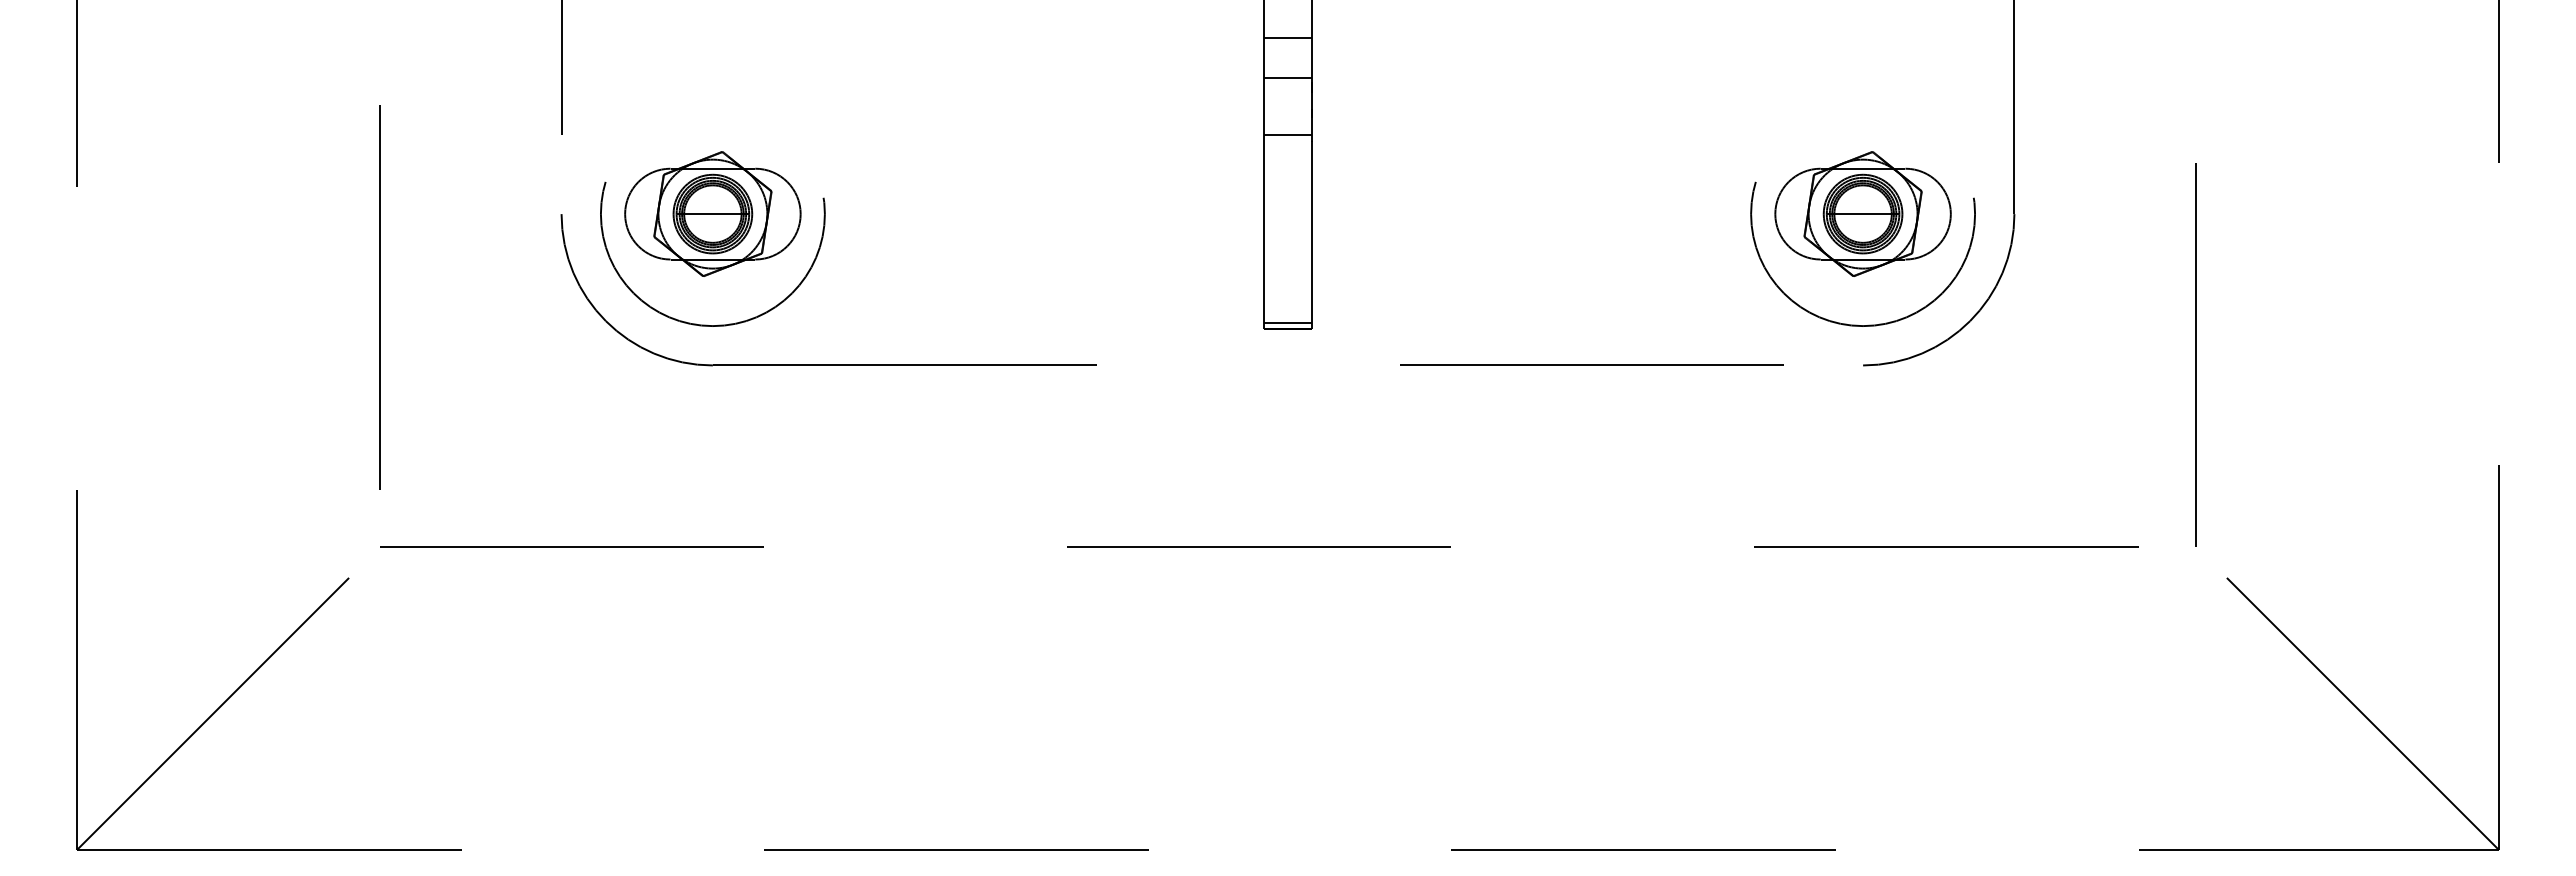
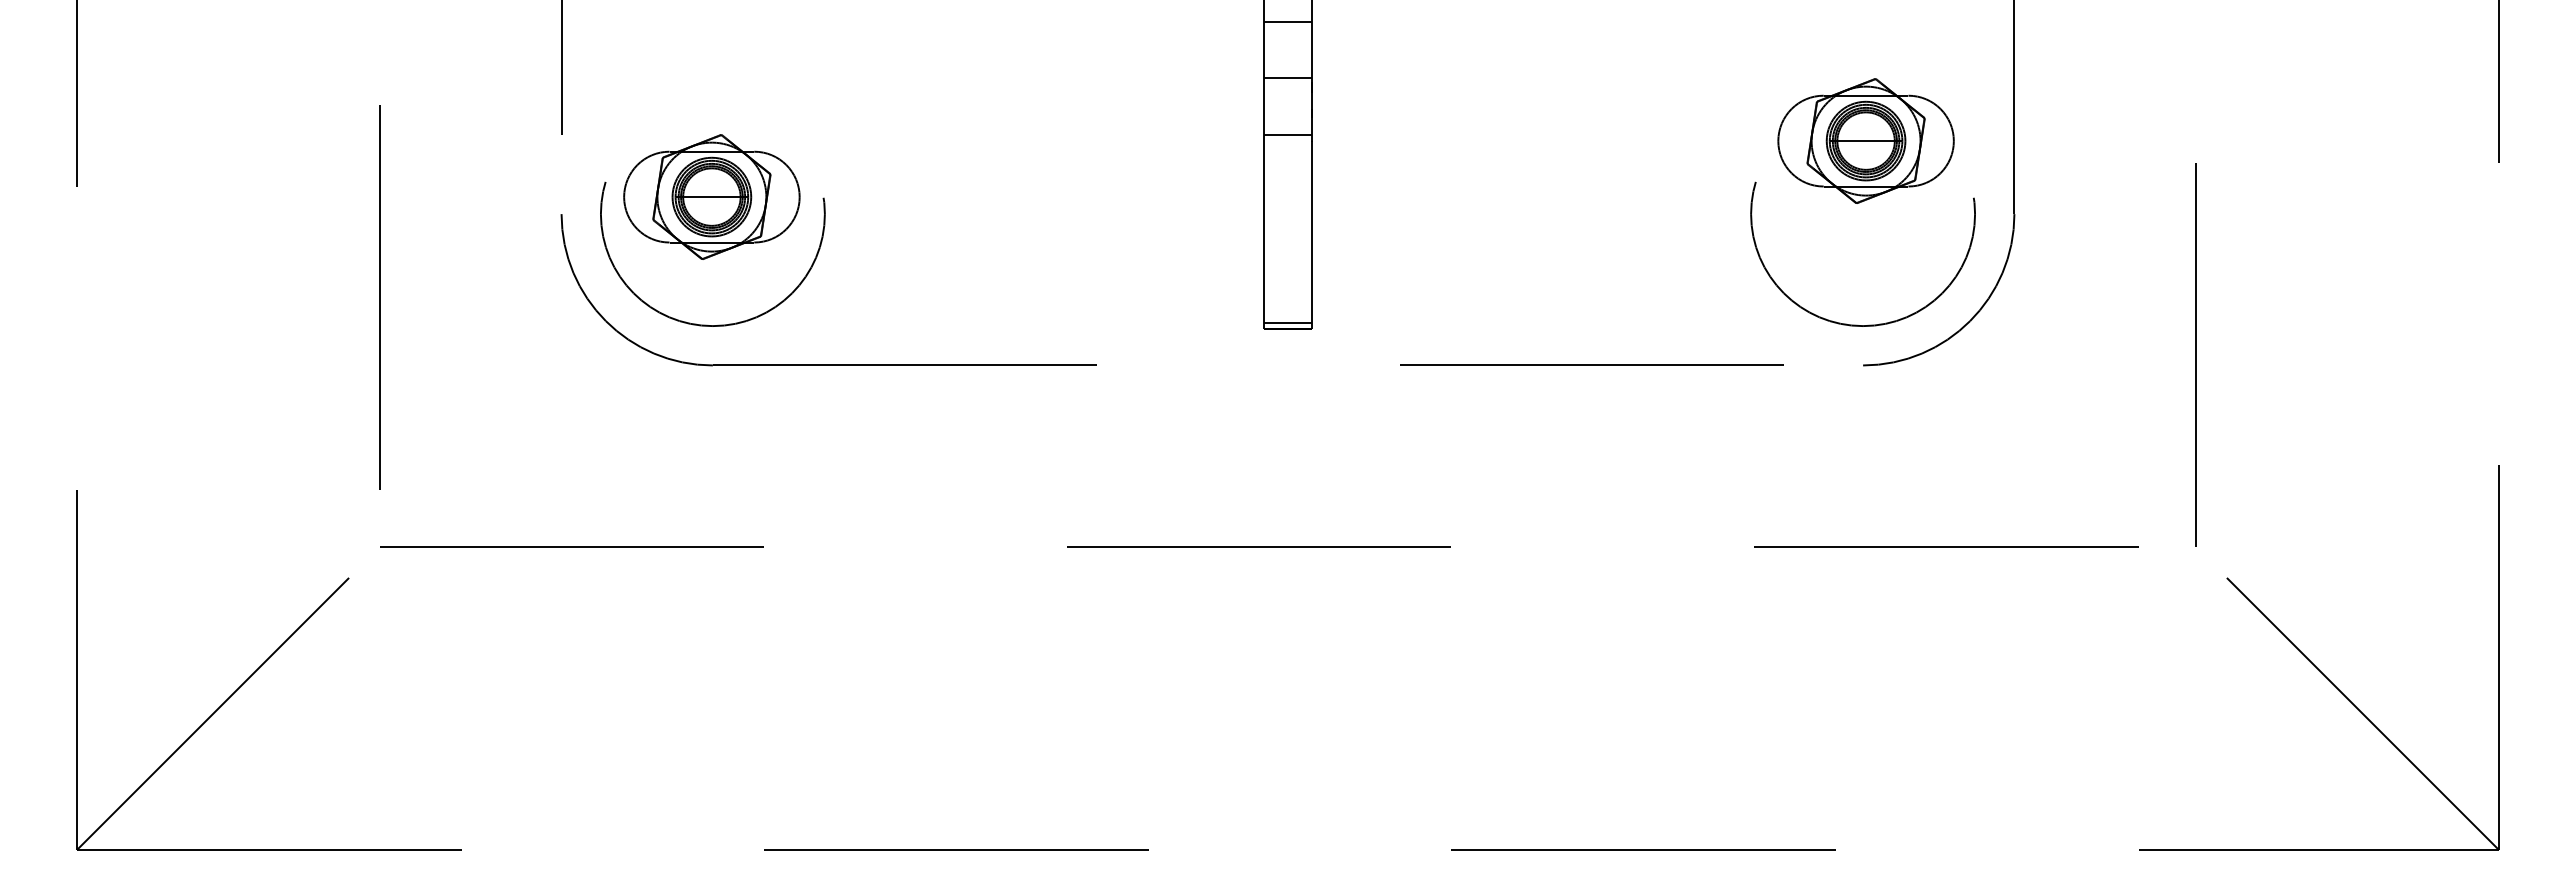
line at (1287, 38) position: (1287, 38) -> (1287, 22)
part at (712, 213) position: (712, 213) -> (711, 196)
part at (1862, 213) position: (1862, 213) -> (1865, 140)
